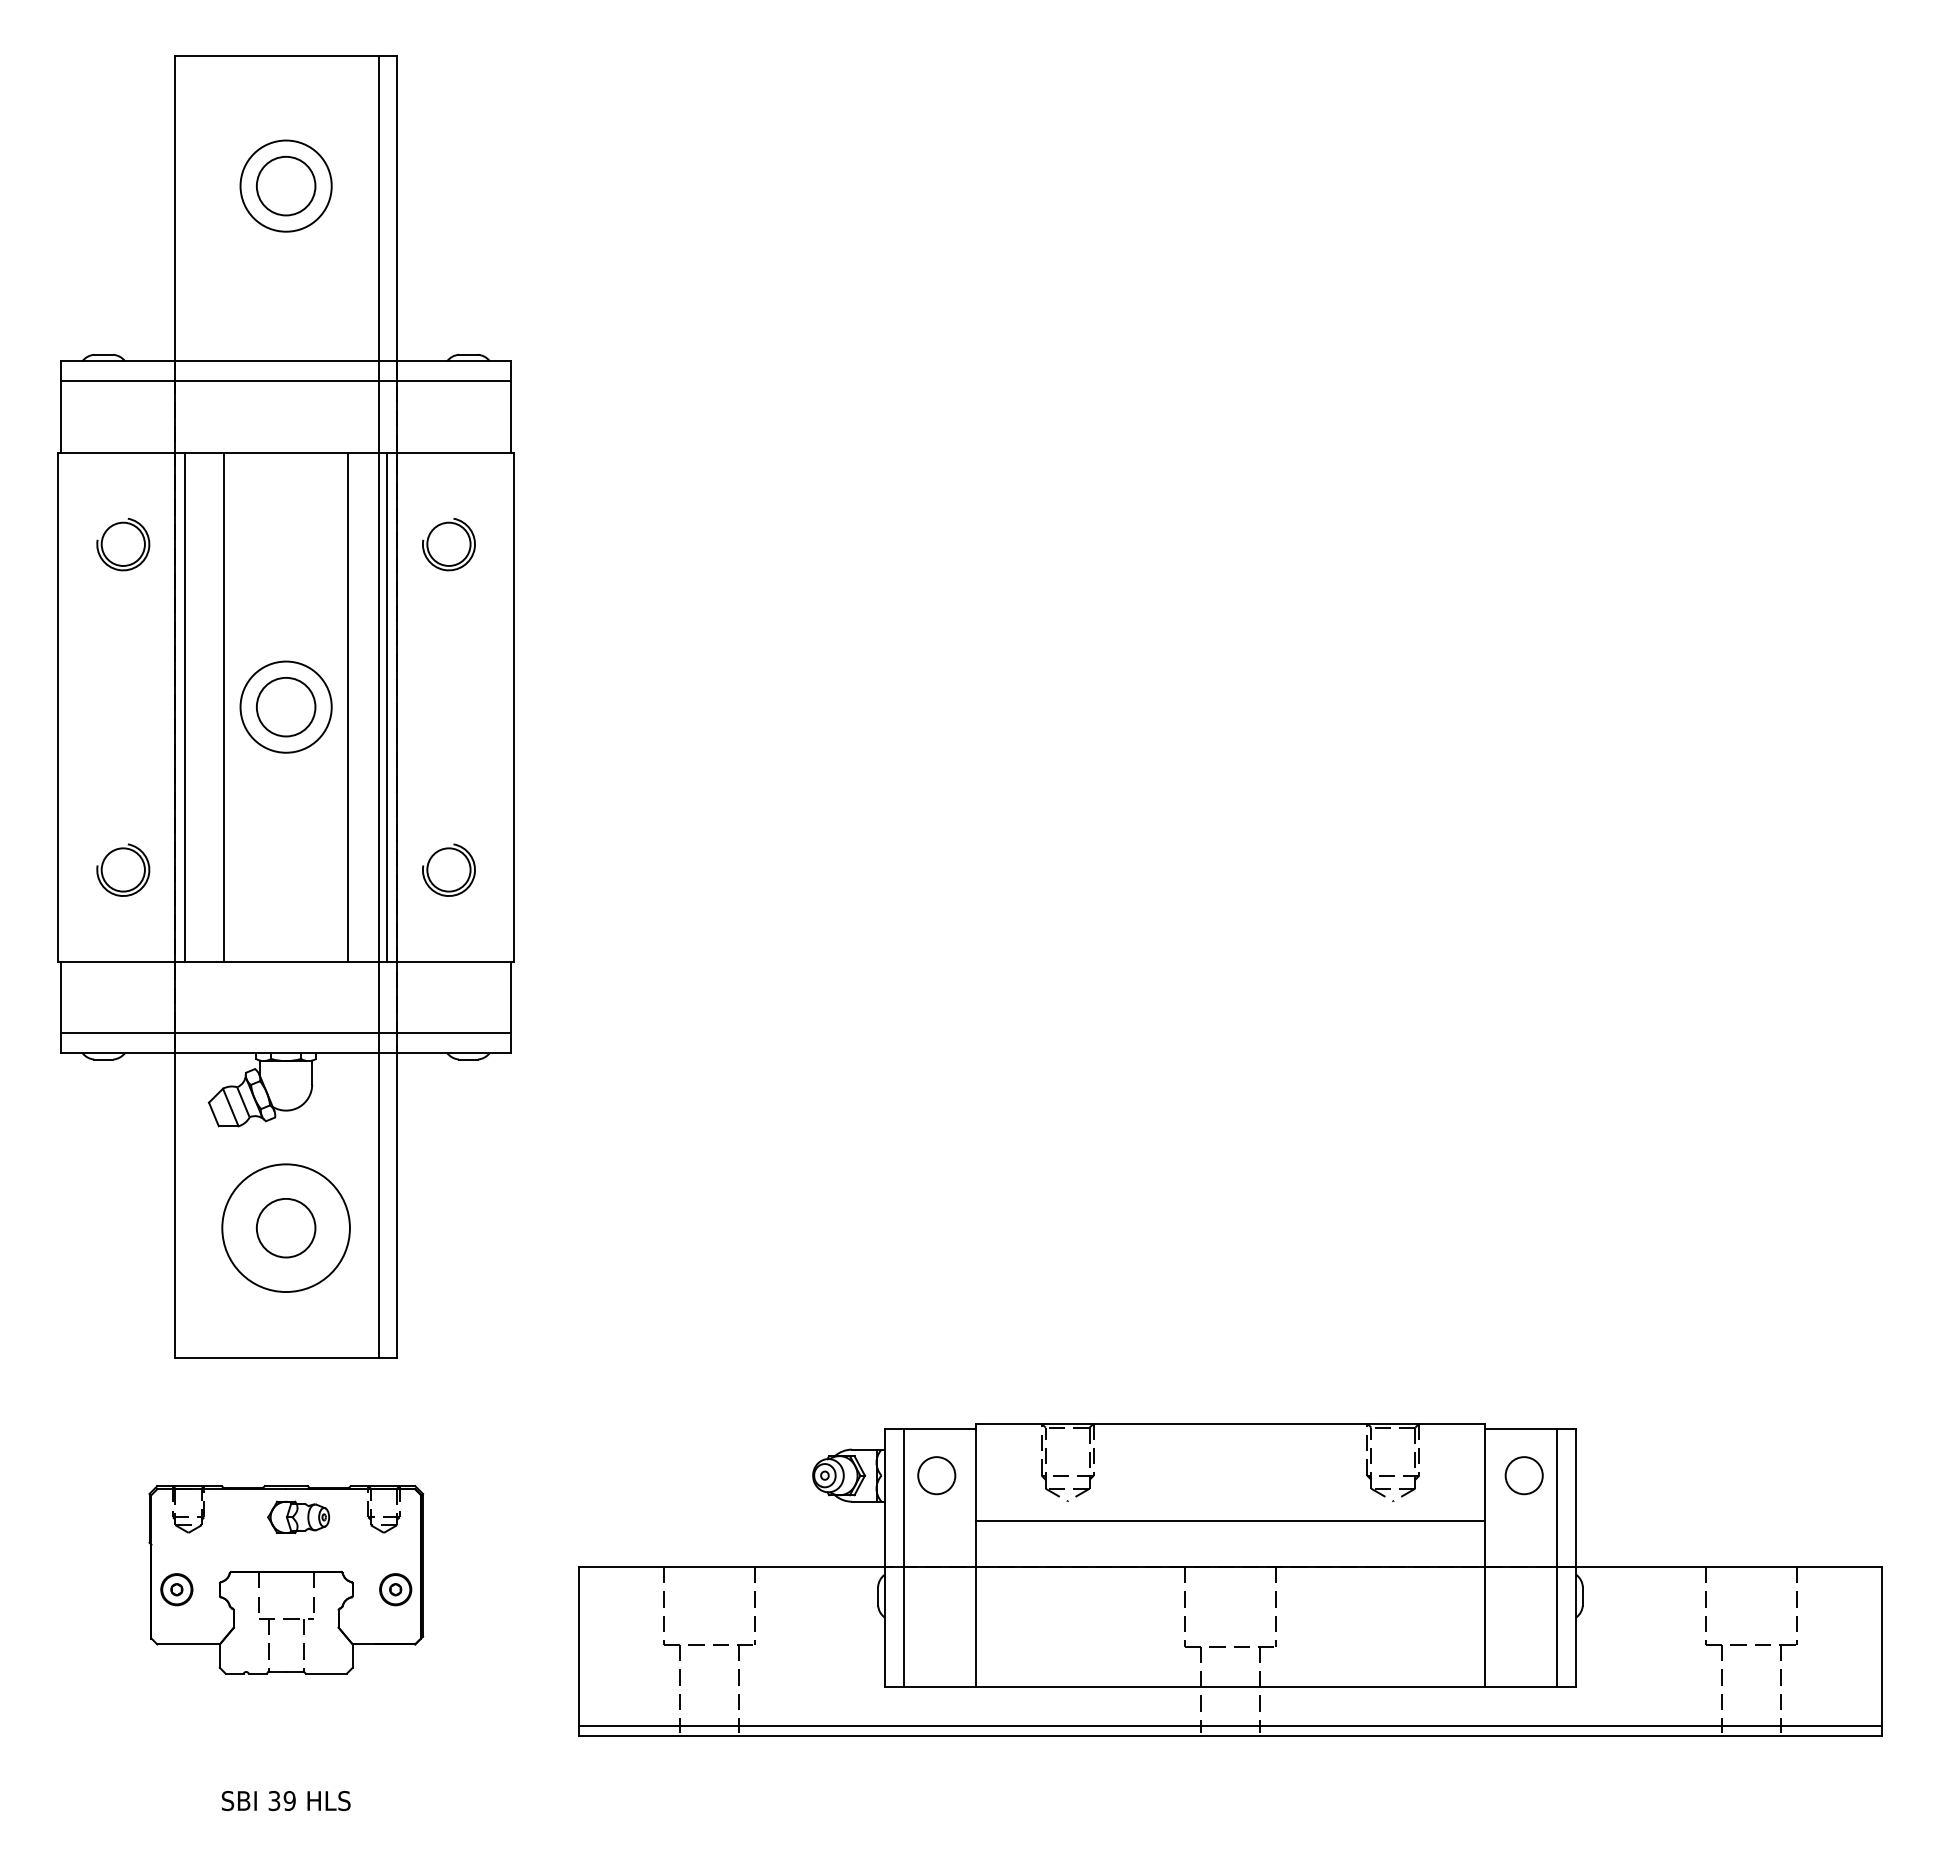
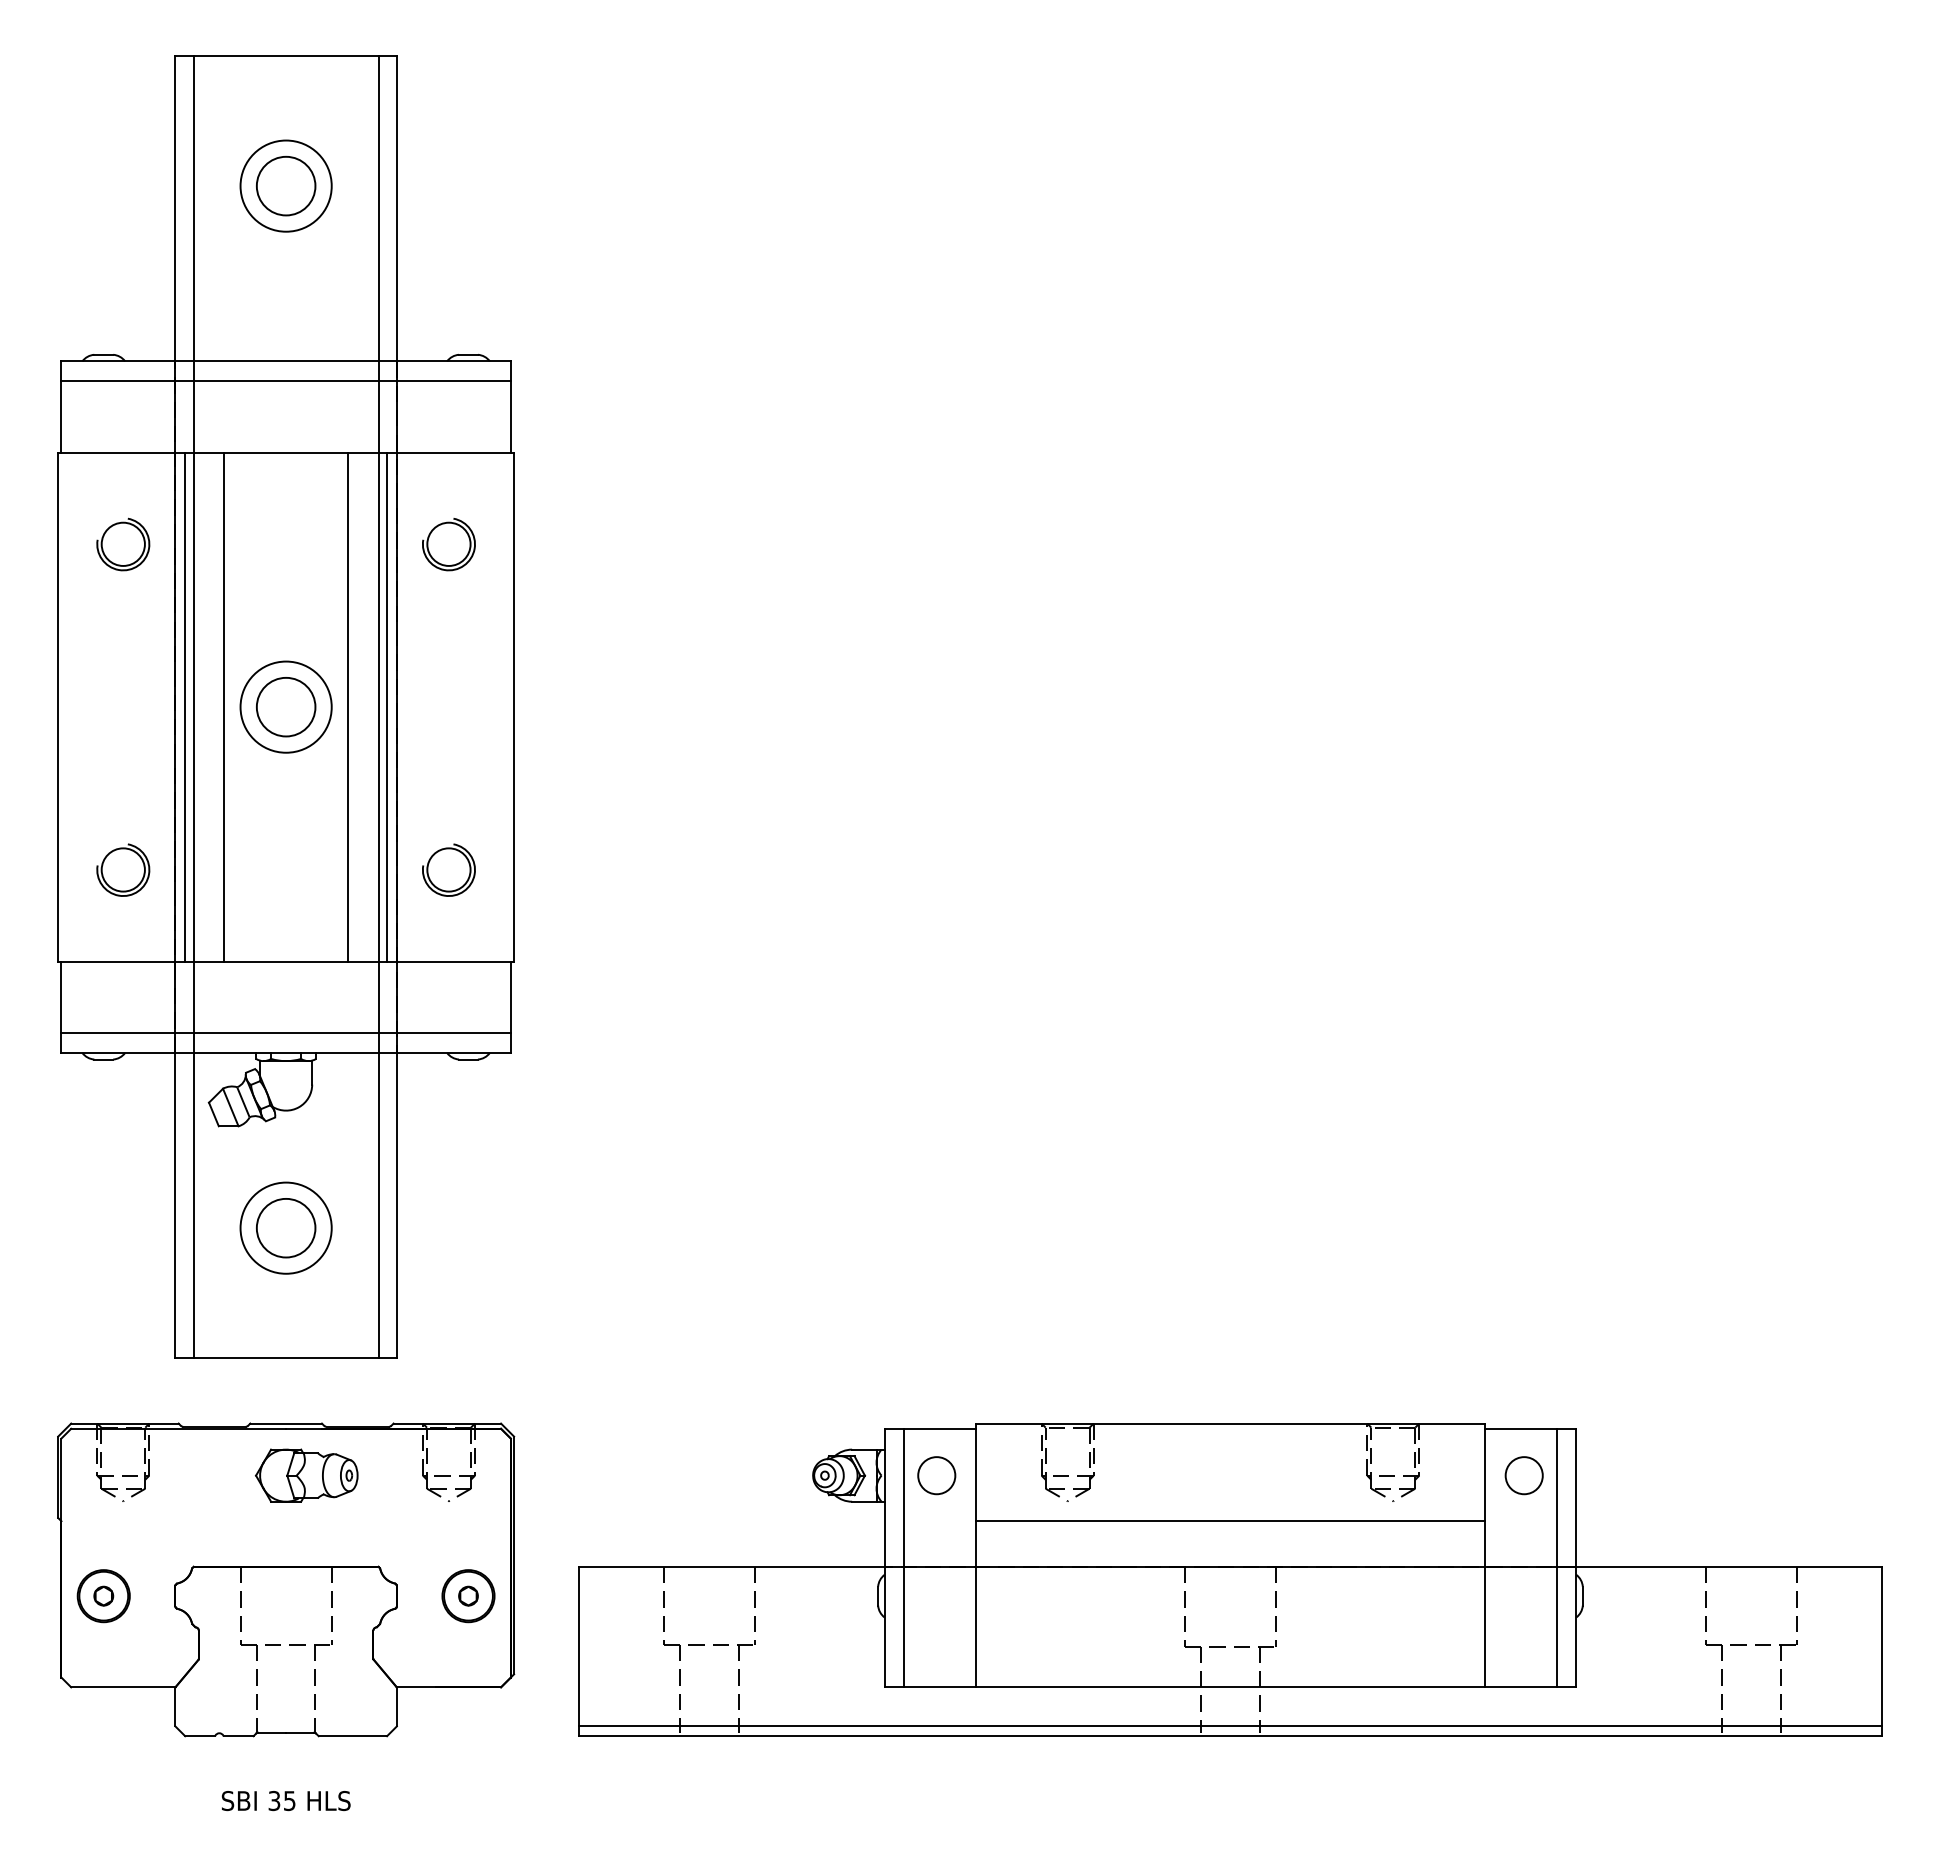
line at (193, 706): none -> present
circle at (285, 1228) diameter: 128 px -> 91 px
part at (286, 1579) size: 277x190 px -> 459x316 px
text at (289, 1800): 39 -> 35
